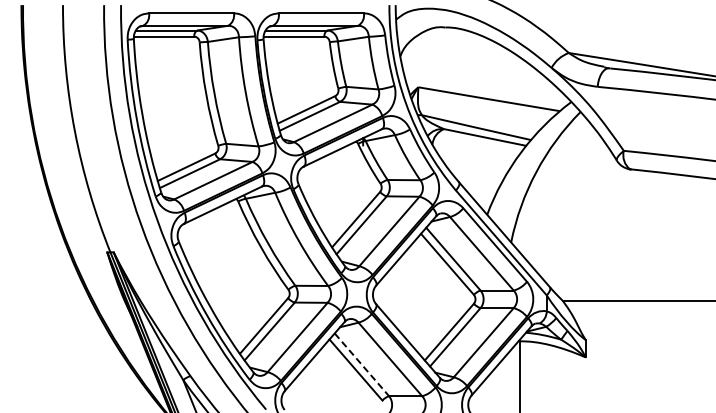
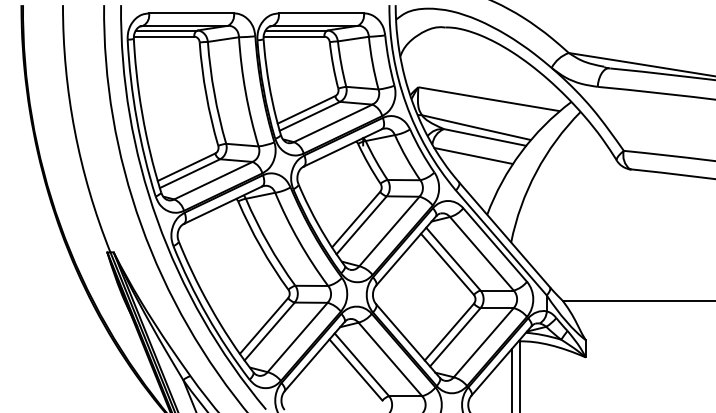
line at (473, 156): none -> present
line at (361, 364): dashed -> solid
line at (511, 378): none -> present
